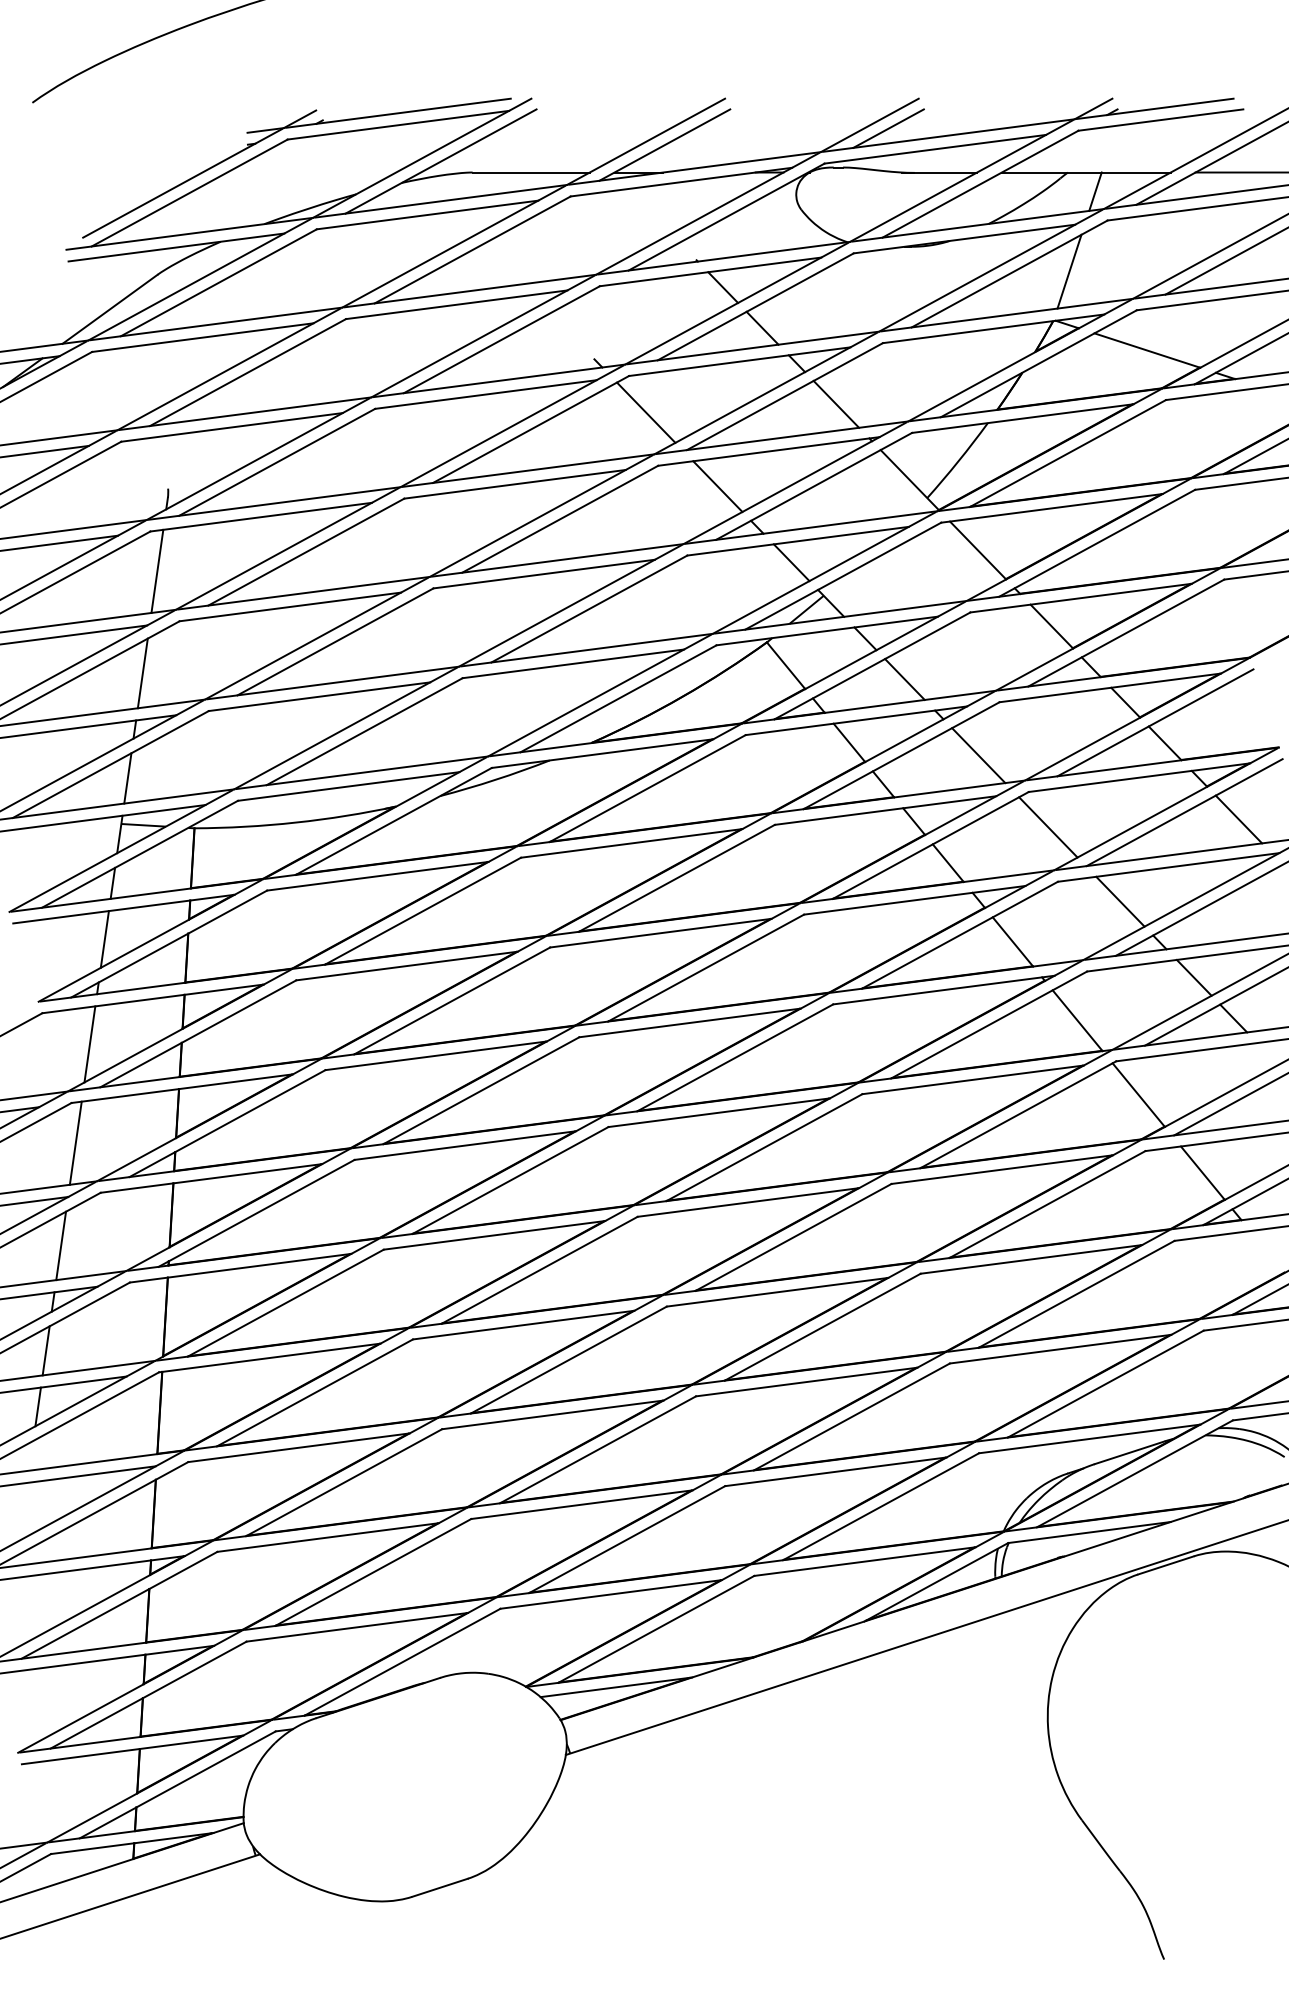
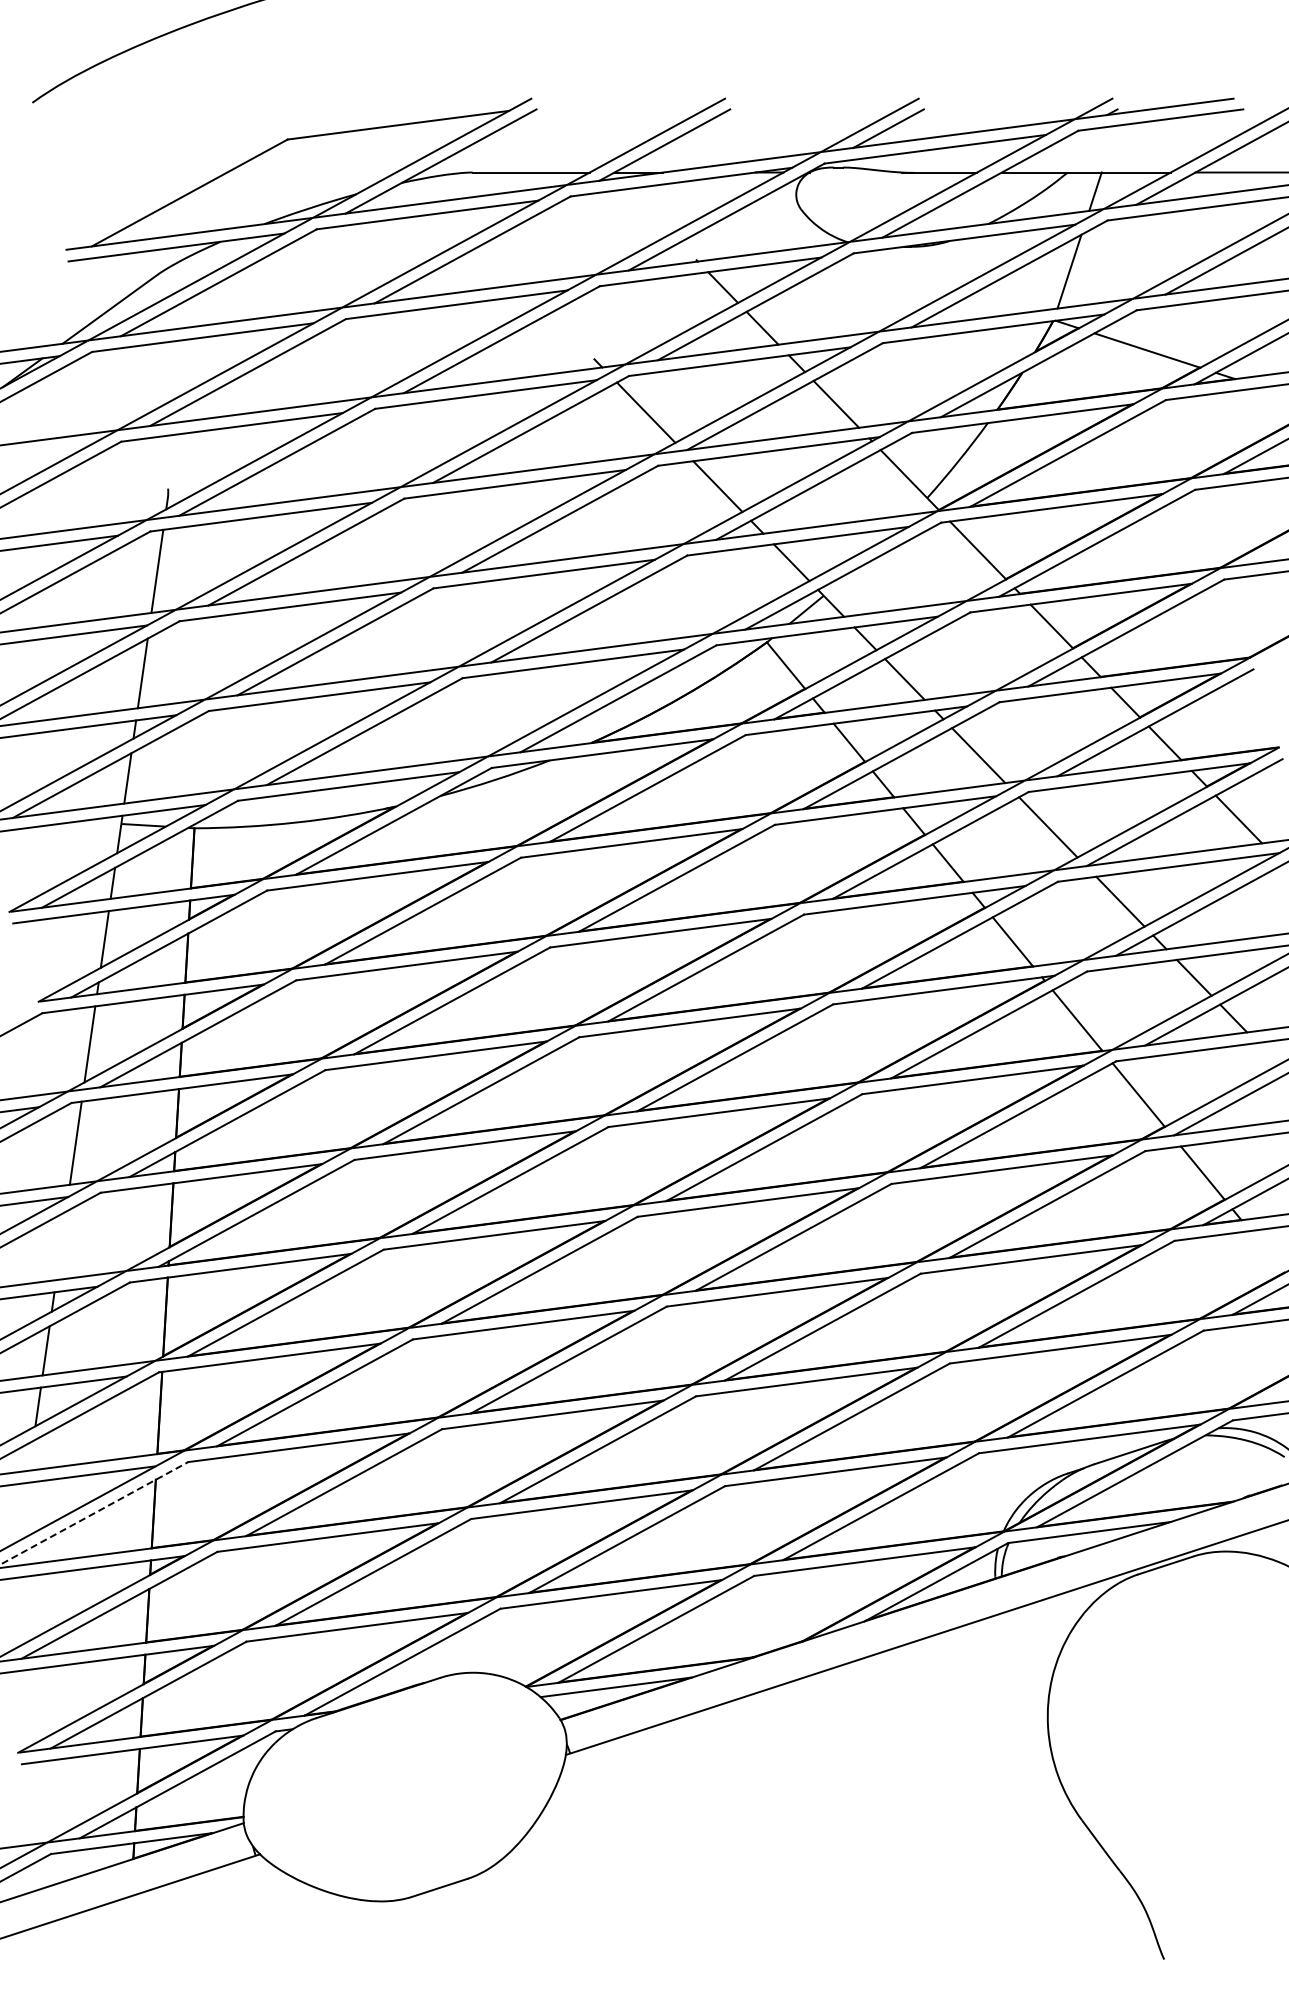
part at (278, 132): present -> none
line at (45, 451): present -> none
line at (61, 1245): present -> none
line at (94, 1513): solid -> dashed
